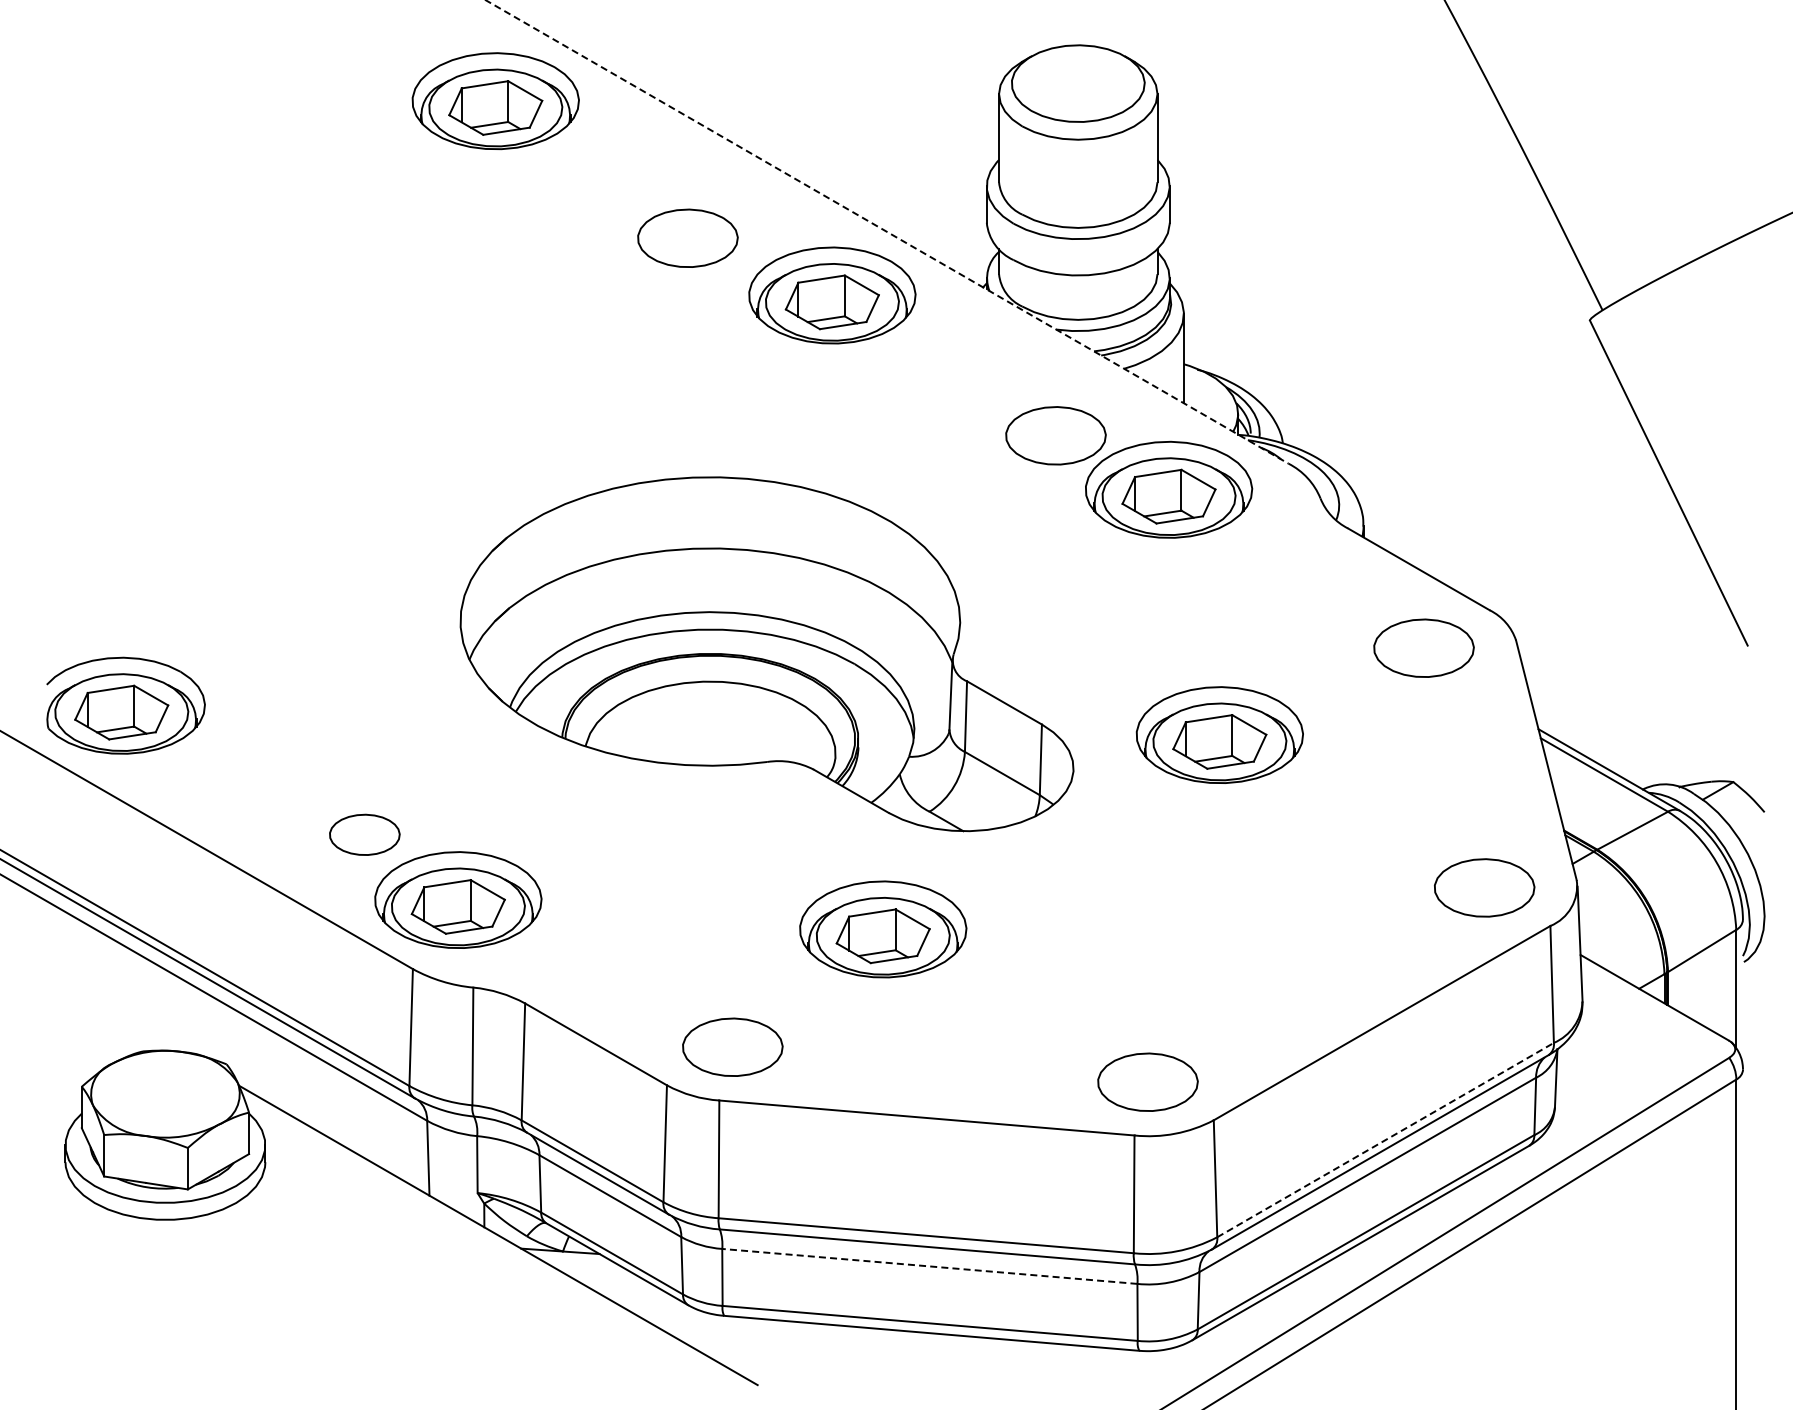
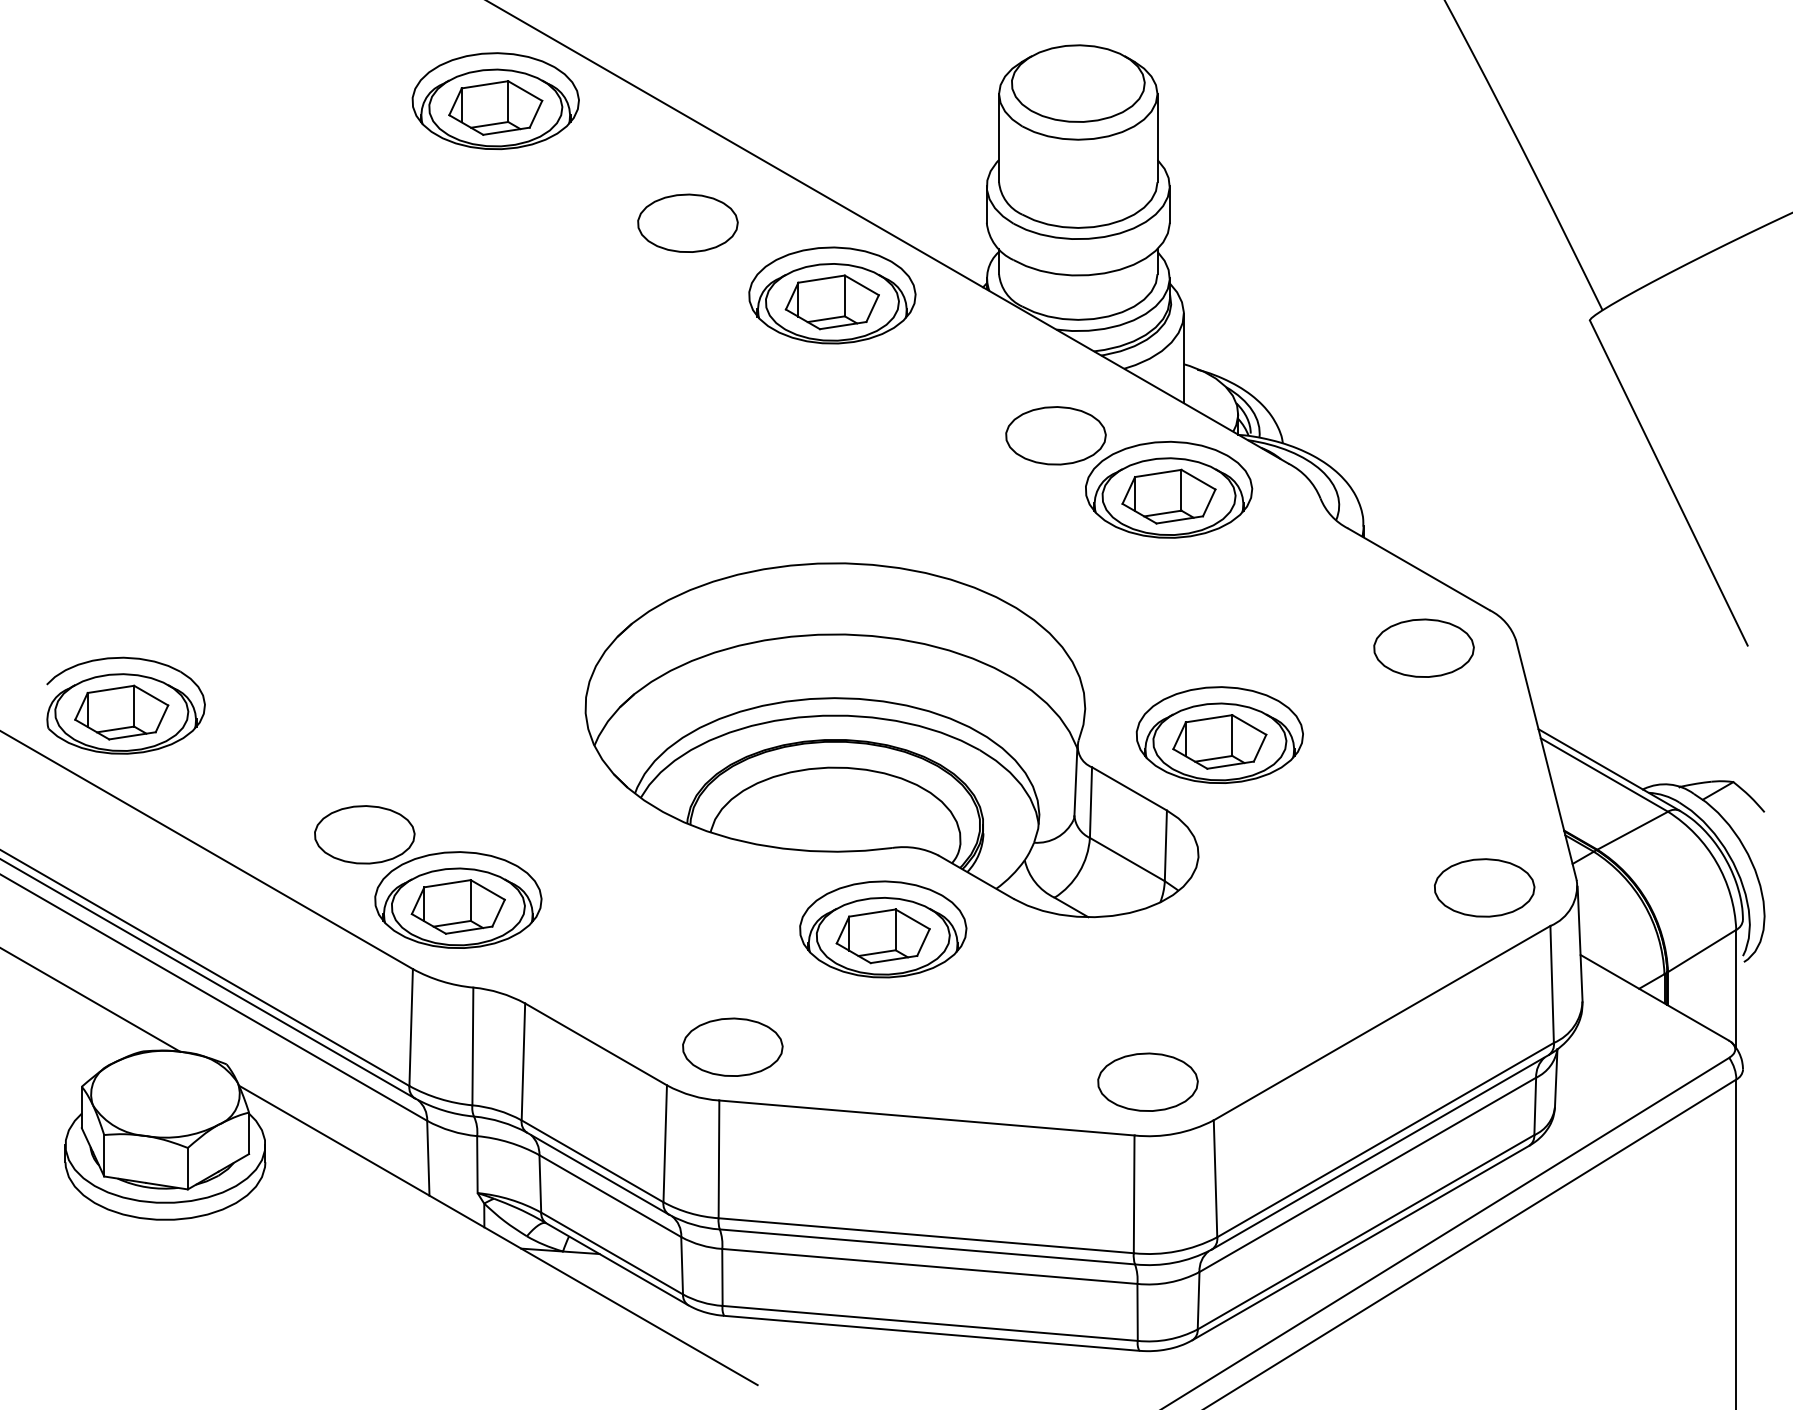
line at (887, 232): dashed -> solid
part at (687, 237) position: (687, 237) -> (687, 222)
part at (766, 654) position: (766, 654) -> (891, 740)
part at (364, 834) size: 72x43 px -> 102x60 px
line at (91, 1000): none -> present
line at (1386, 1139): dashed -> solid
line at (929, 1266): dashed -> solid
